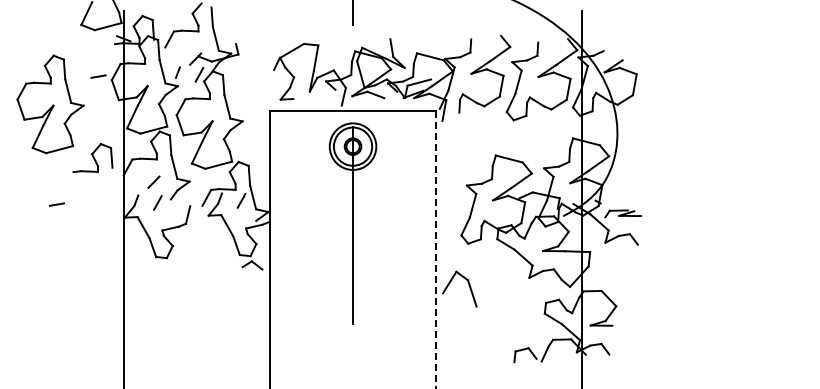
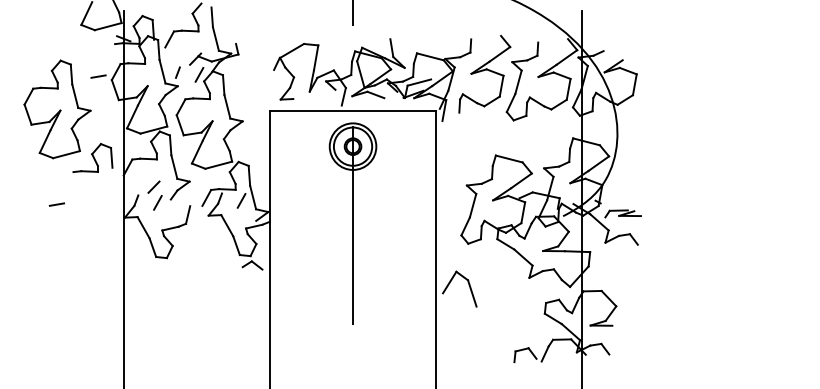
part at (50, 104) position: (50, 104) -> (57, 109)
line at (153, 181) position: (153, 181) -> (153, 186)
line at (436, 249): dashed -> solid
